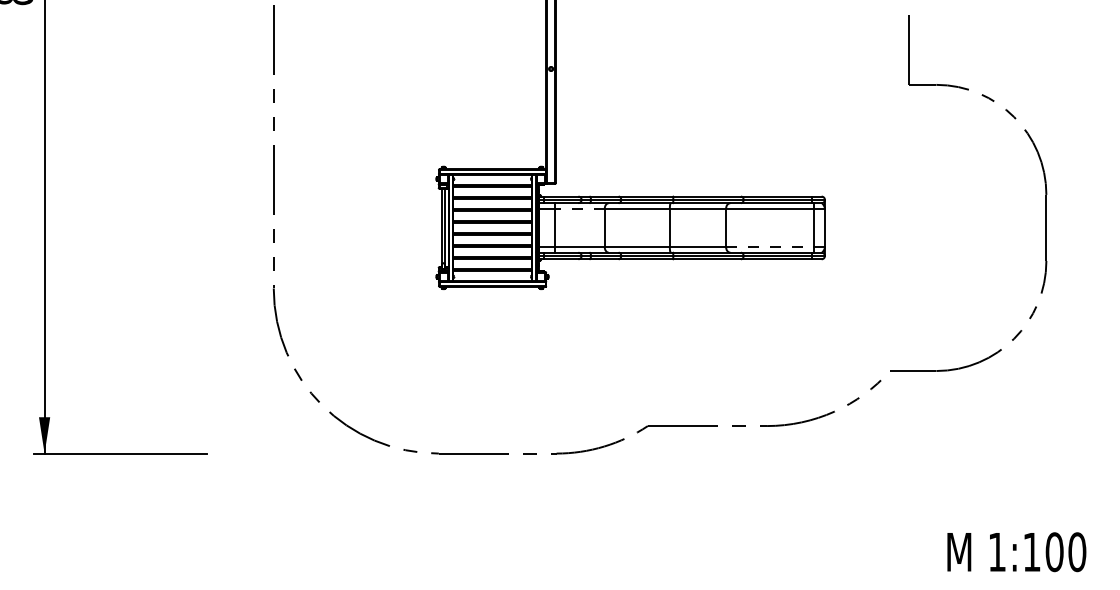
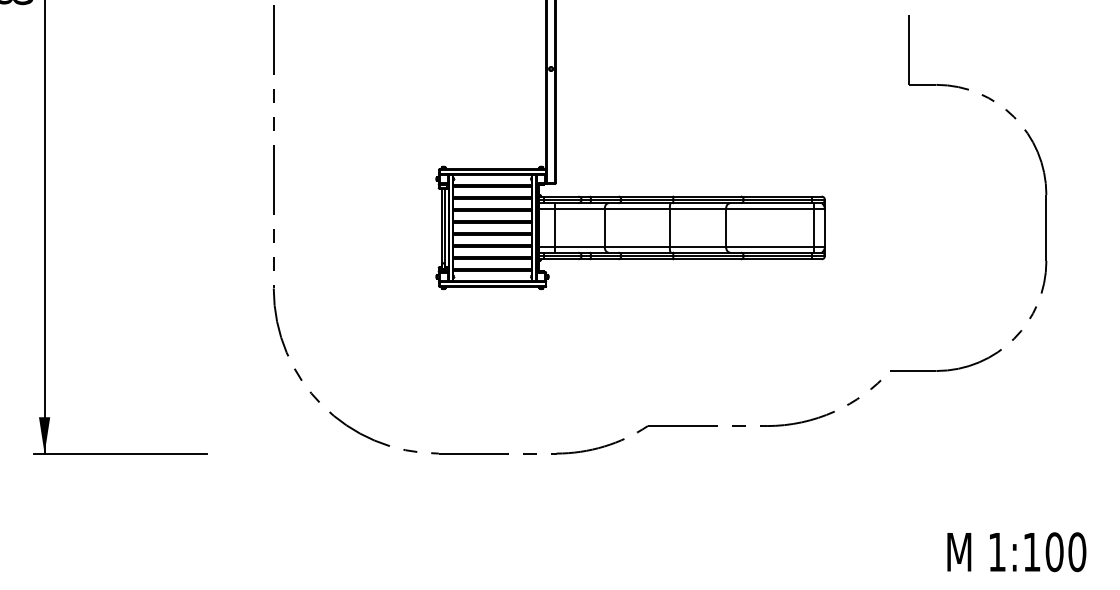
line at (580, 208): dashed -> solid
line at (770, 247): dashed -> solid
